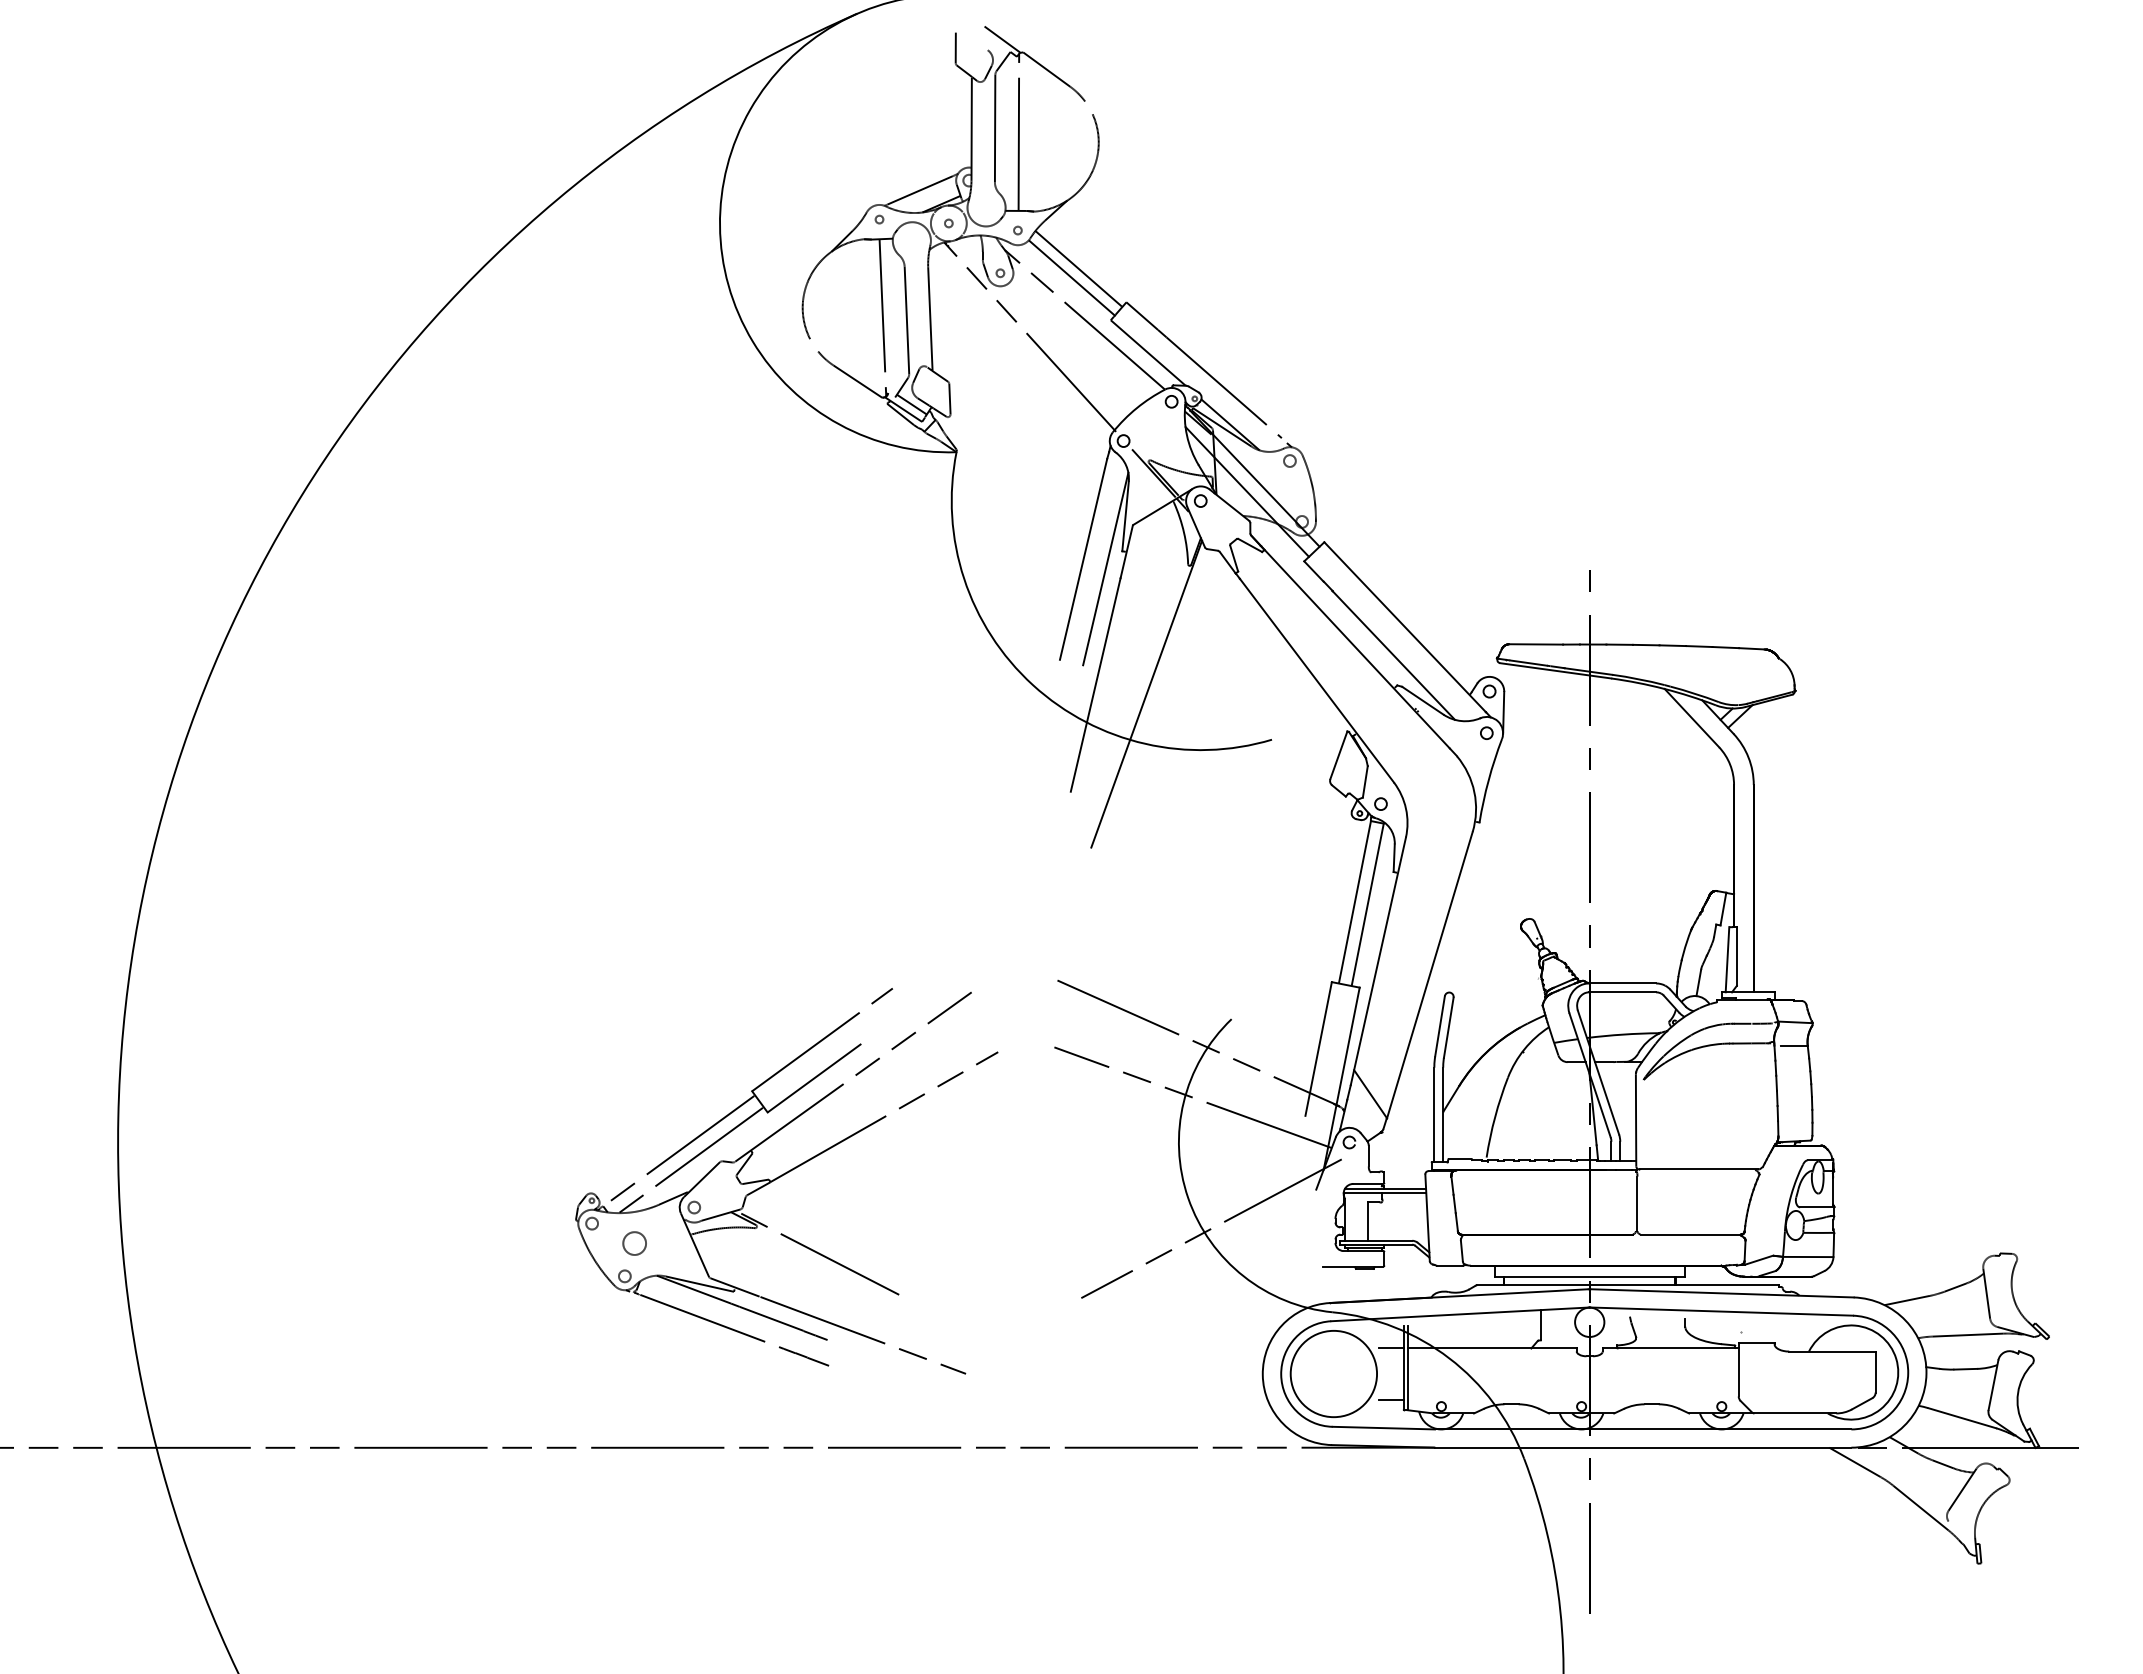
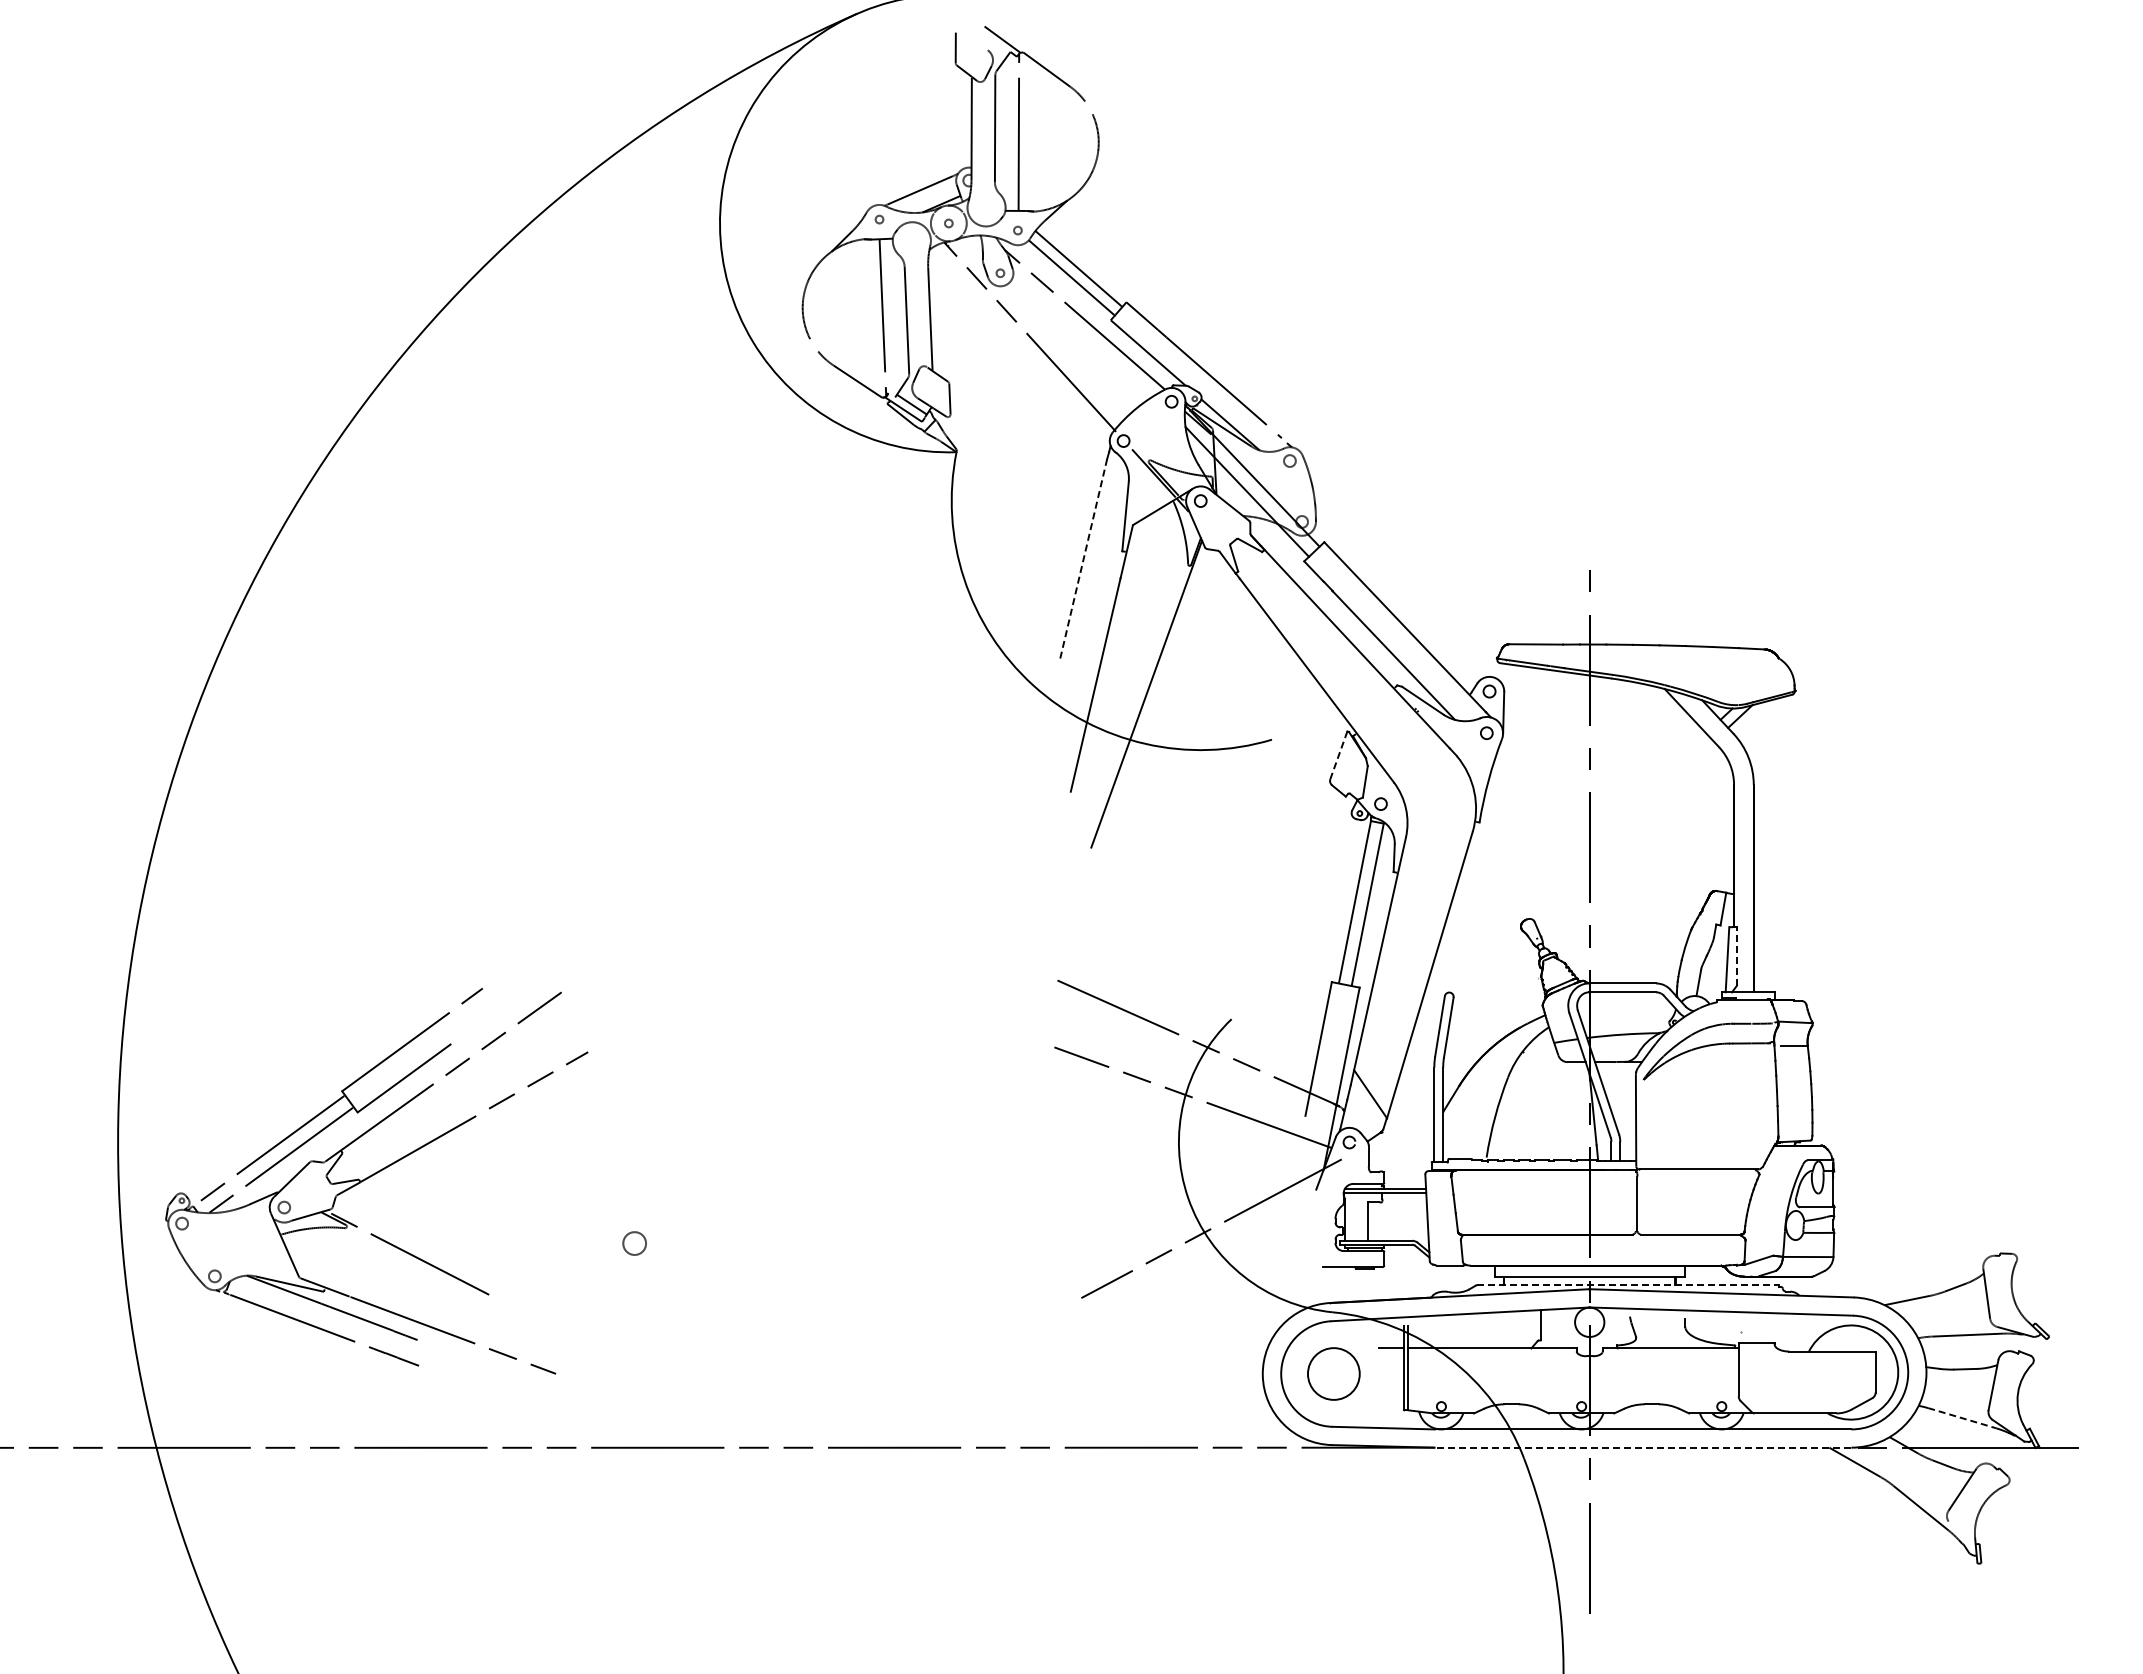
line at (1083, 559): solid -> dashed
line at (1105, 568): present -> none
line at (1338, 755): solid -> dashed
line at (1736, 956): solid -> dashed
part at (784, 1175) position: (784, 1175) -> (374, 1175)
line at (1628, 1285): solid -> dashed
circle at (1333, 1373) diameter: 86 px -> 52 px
line at (1390, 1400): present -> none
line at (1962, 1418): solid -> dashed
line at (1642, 1447): solid -> dashed
